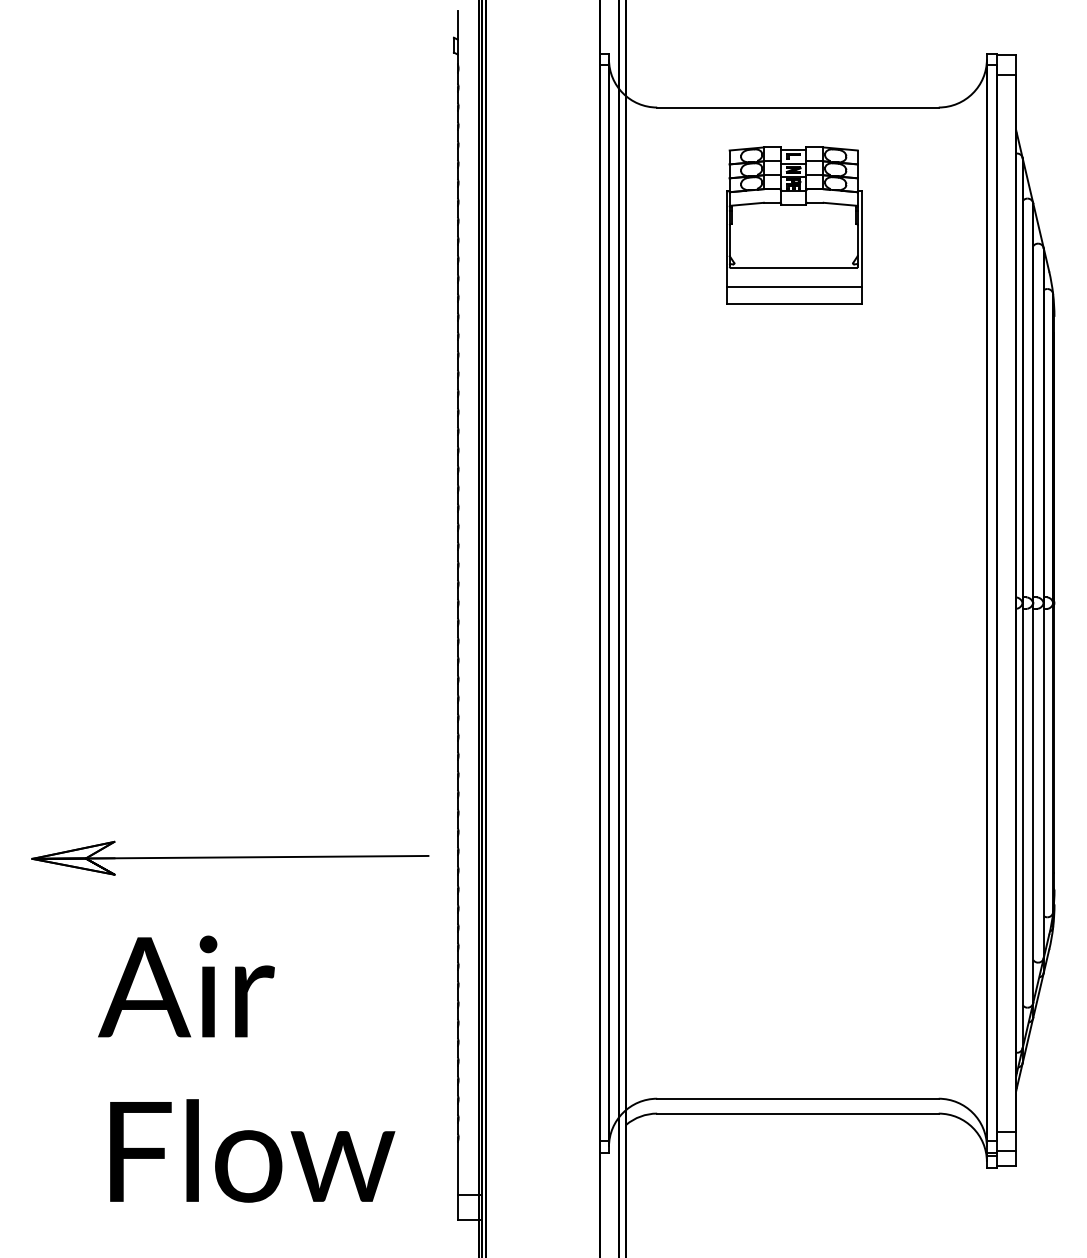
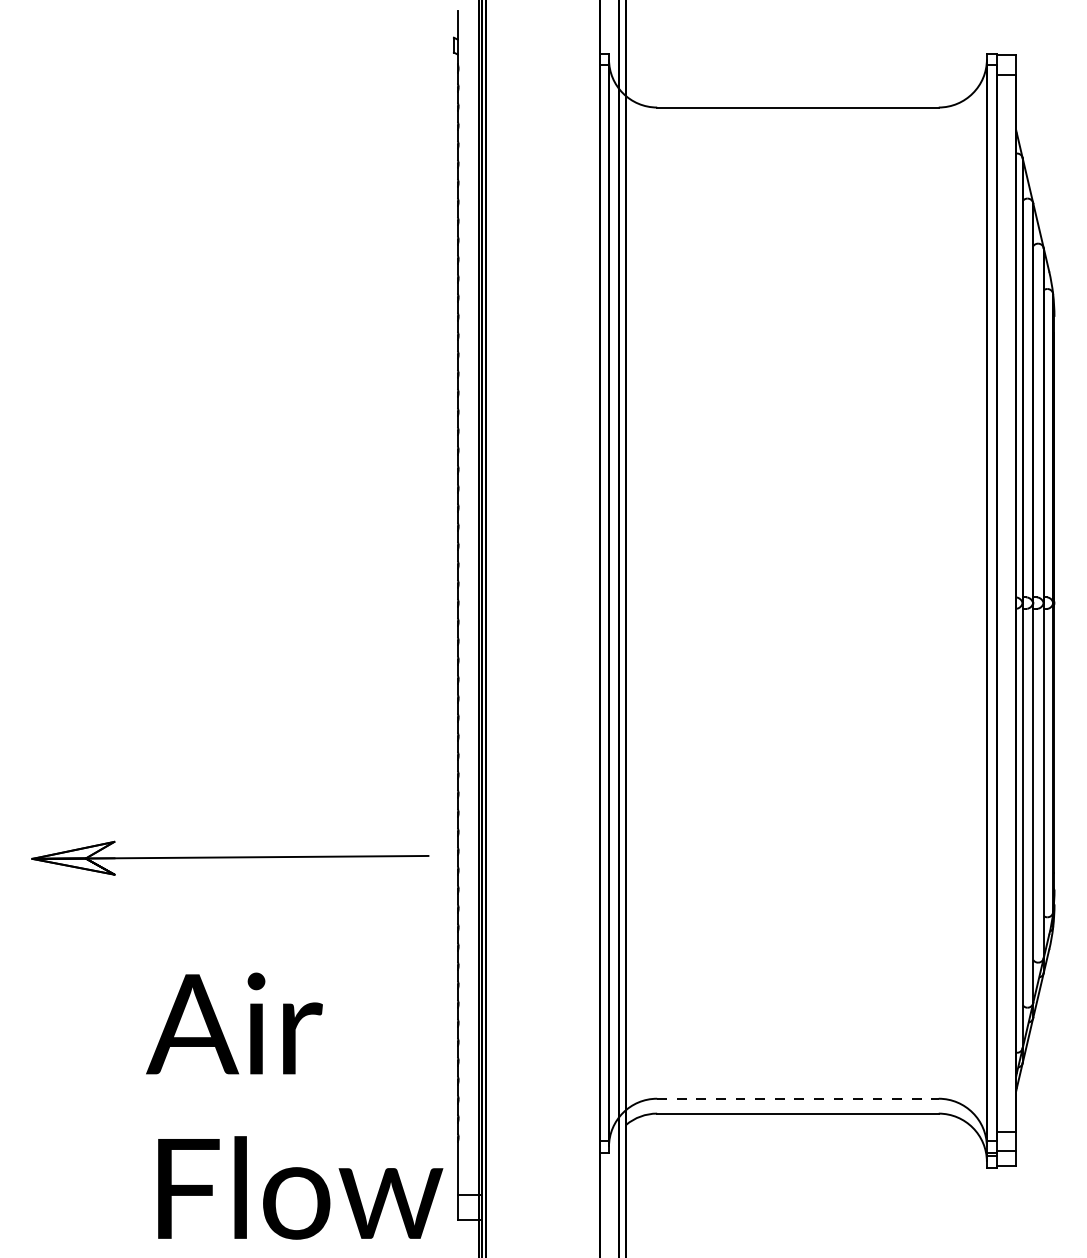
part at (794, 225): present -> none
text at (246, 1068) position: (246, 1068) -> (294, 1105)
line at (797, 1098): solid -> dashed
